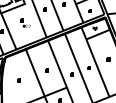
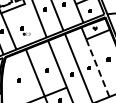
part at (25, 22) position: (25, 22) -> (25, 30)
line at (97, 68): solid -> dashed
